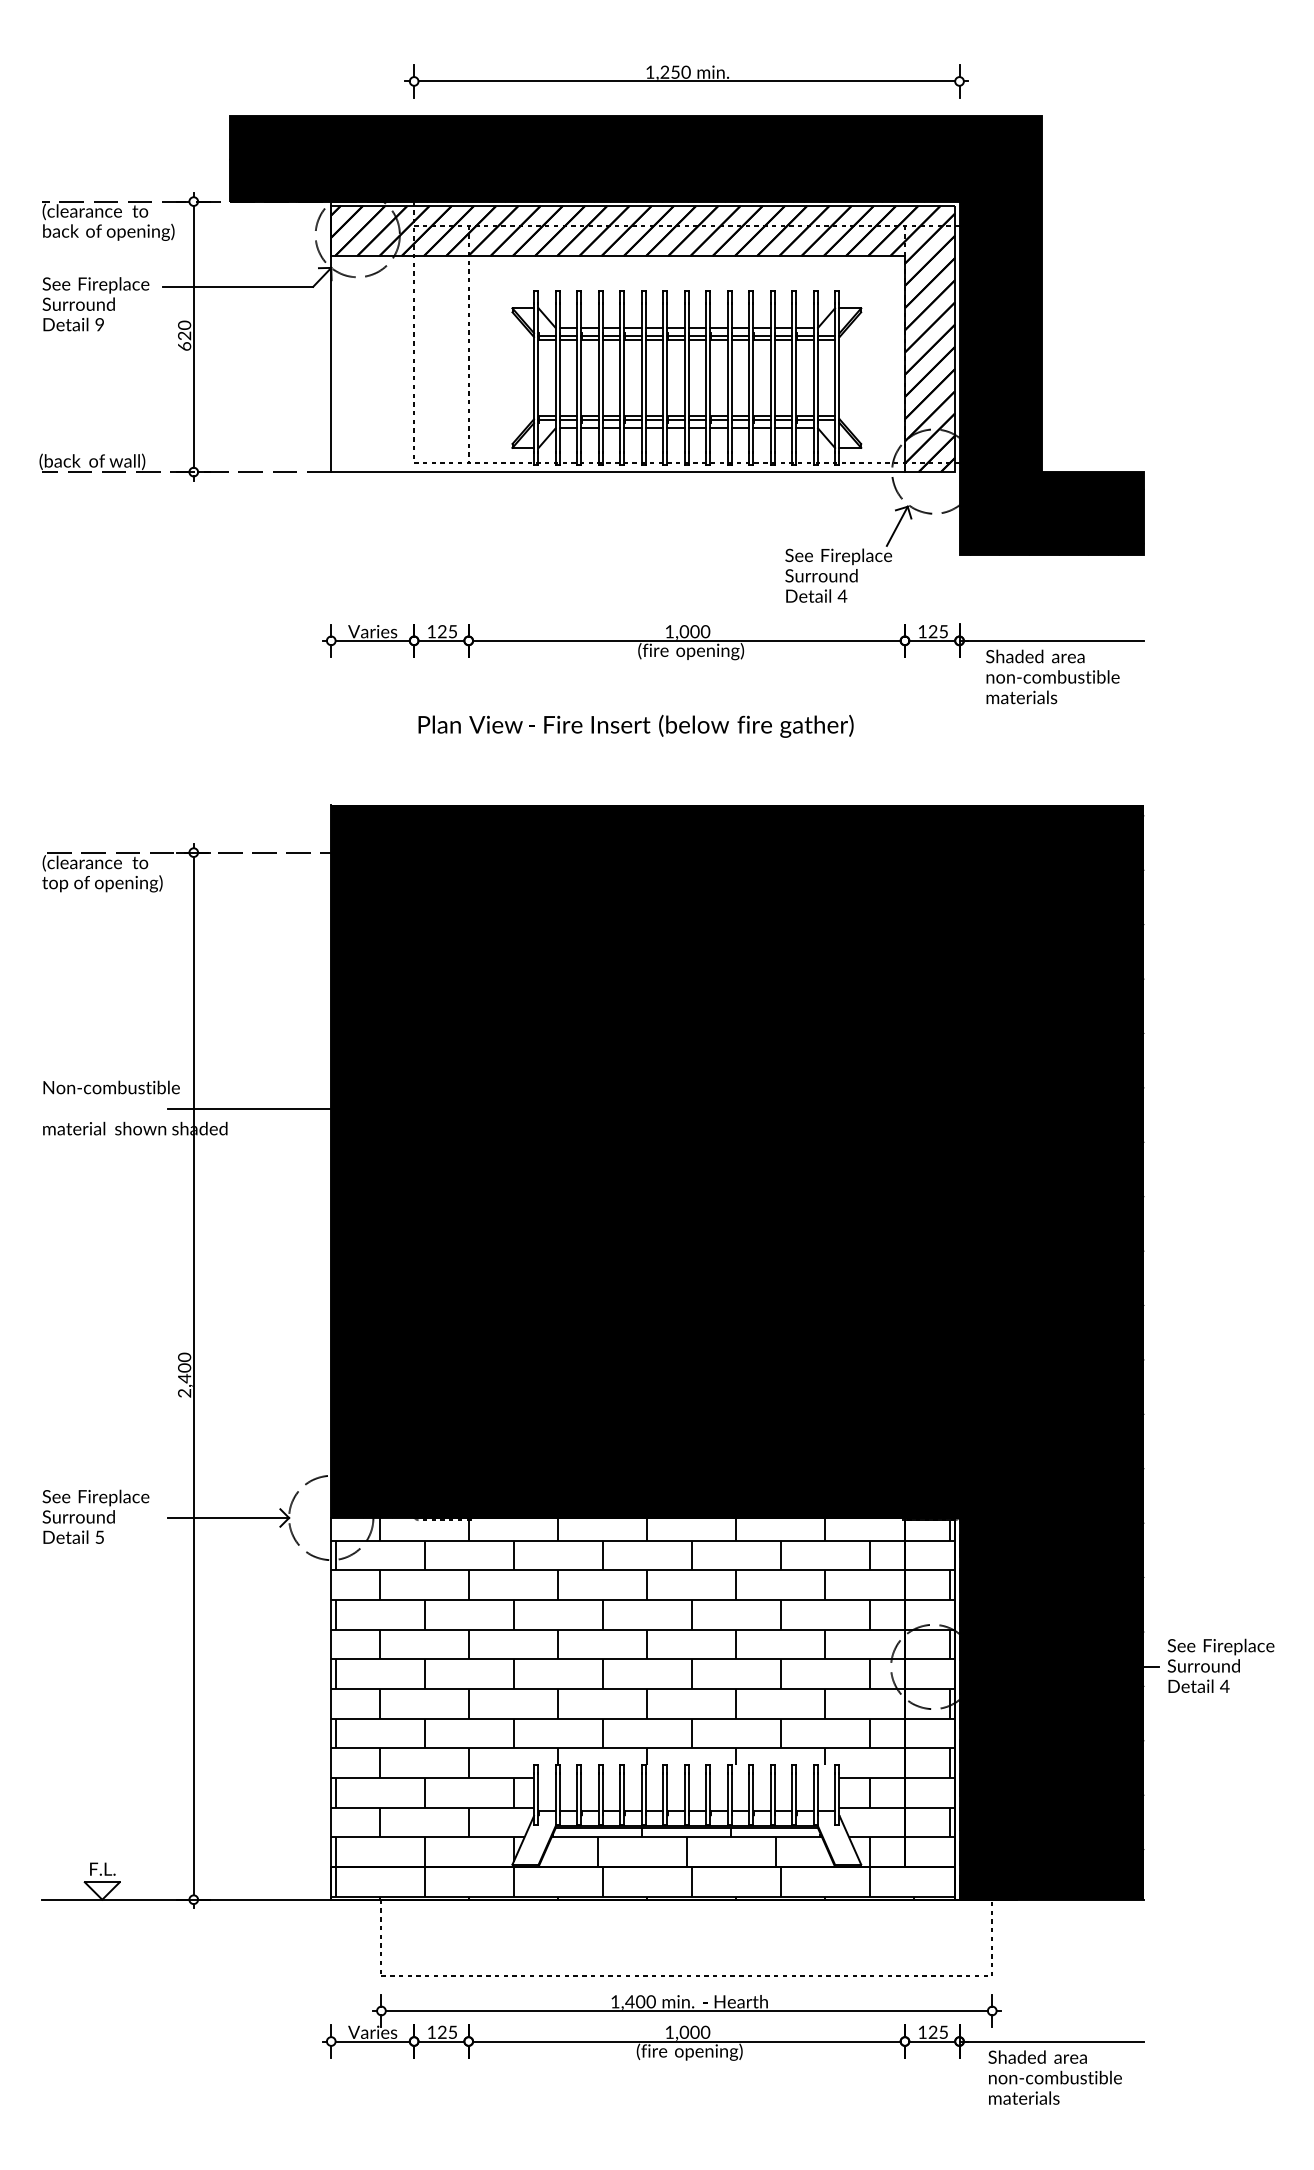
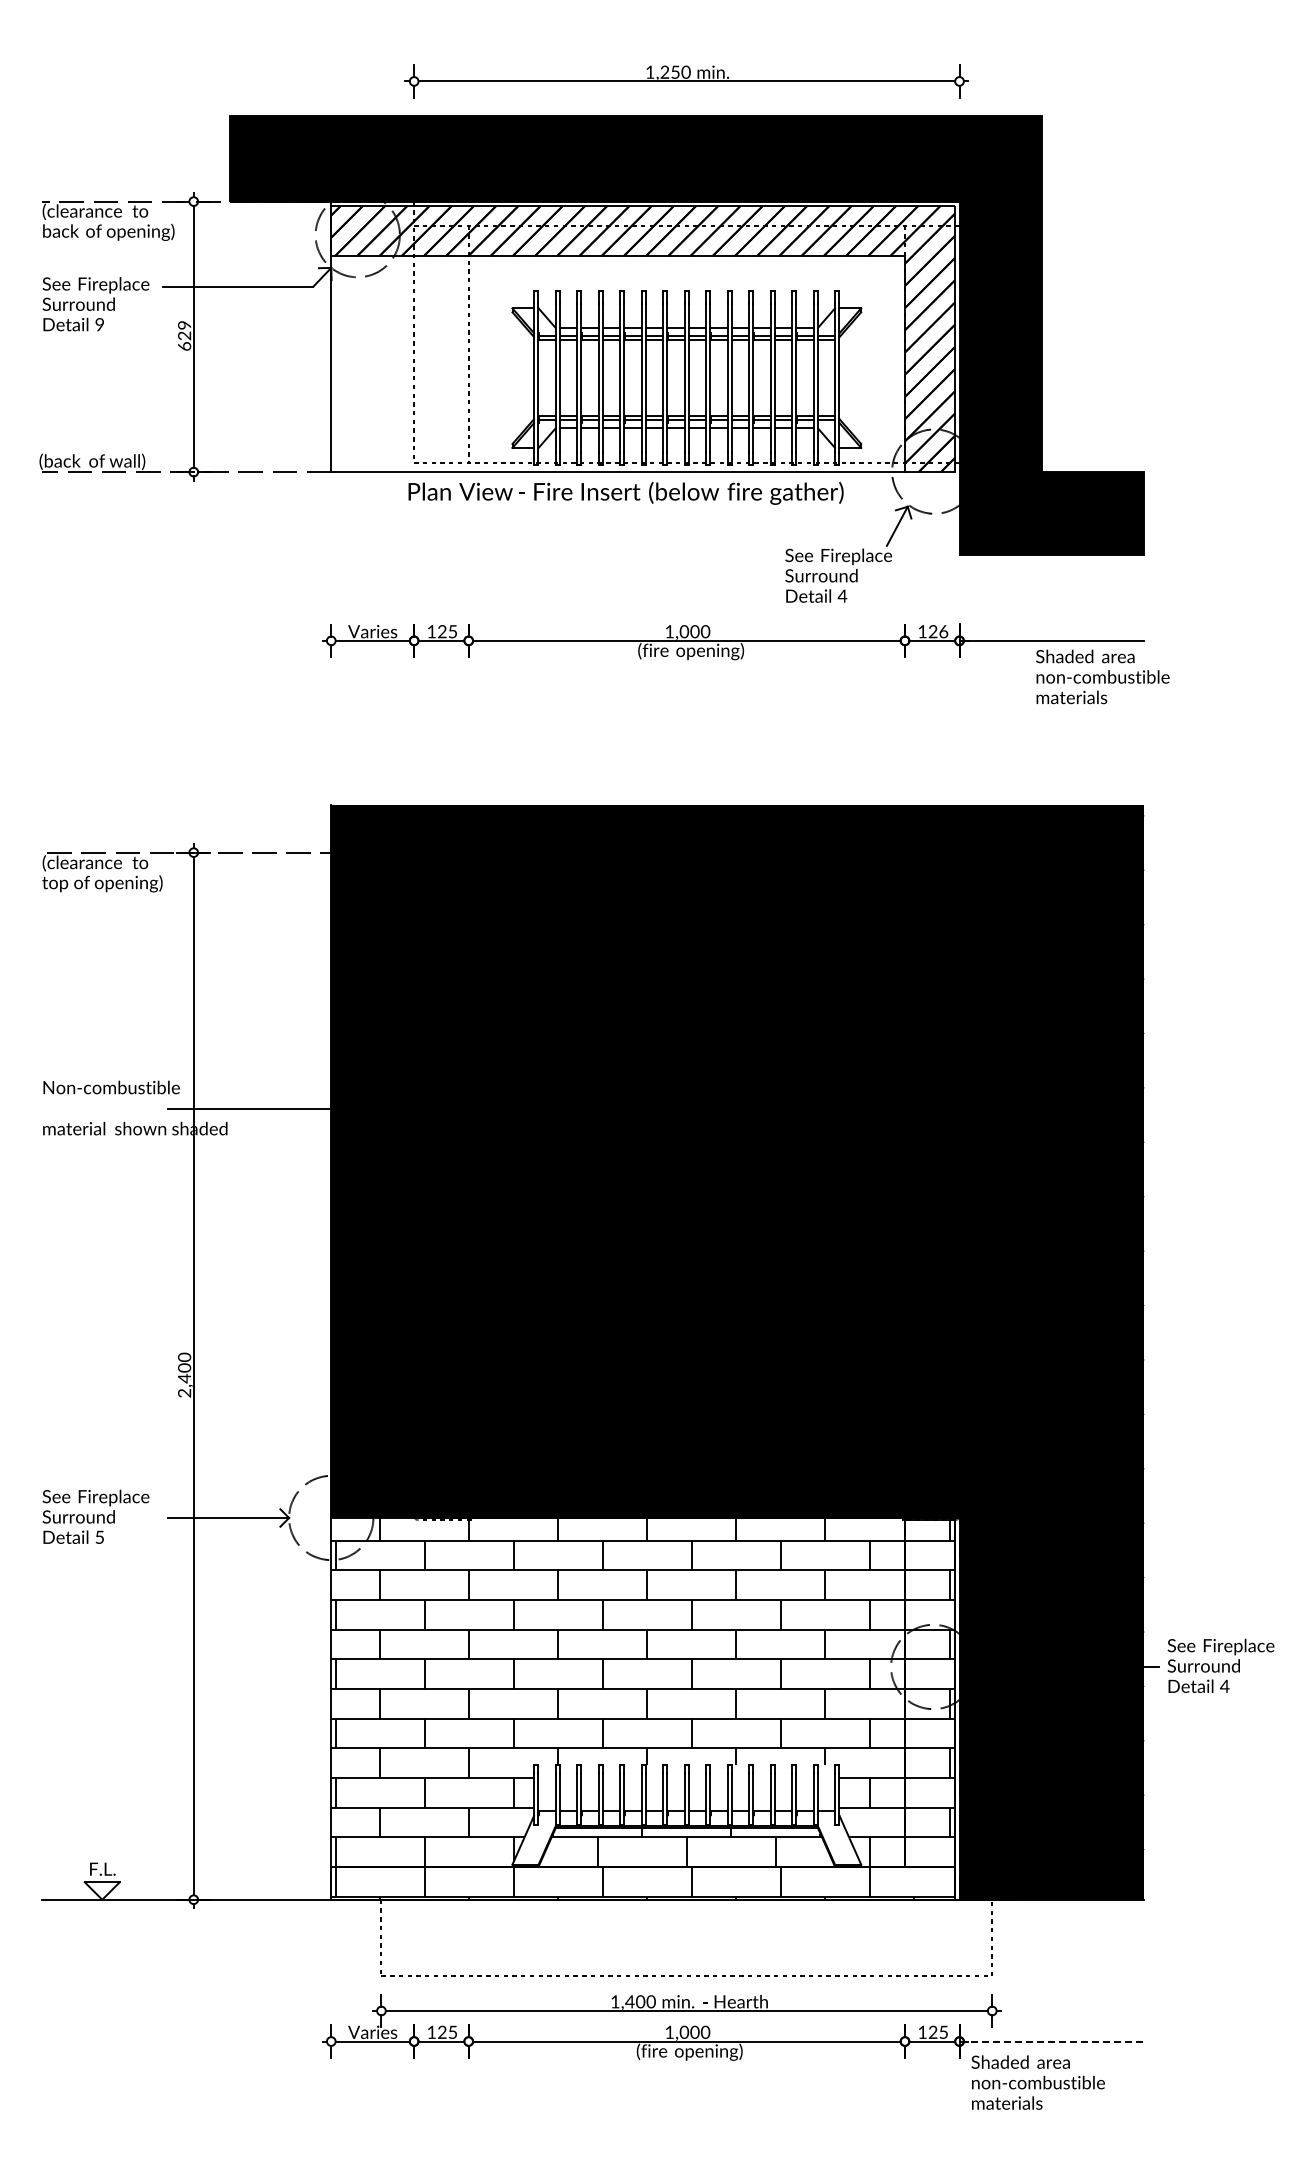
text at (185, 324): 620 -> 629
text at (943, 631): 125 -> 126
text at (1052, 676) position: (1052, 676) -> (1102, 676)
text at (635, 725) position: (635, 725) -> (625, 492)
line at (1052, 2041): solid -> dashed
text at (1054, 2077) position: (1054, 2077) -> (1037, 2082)
